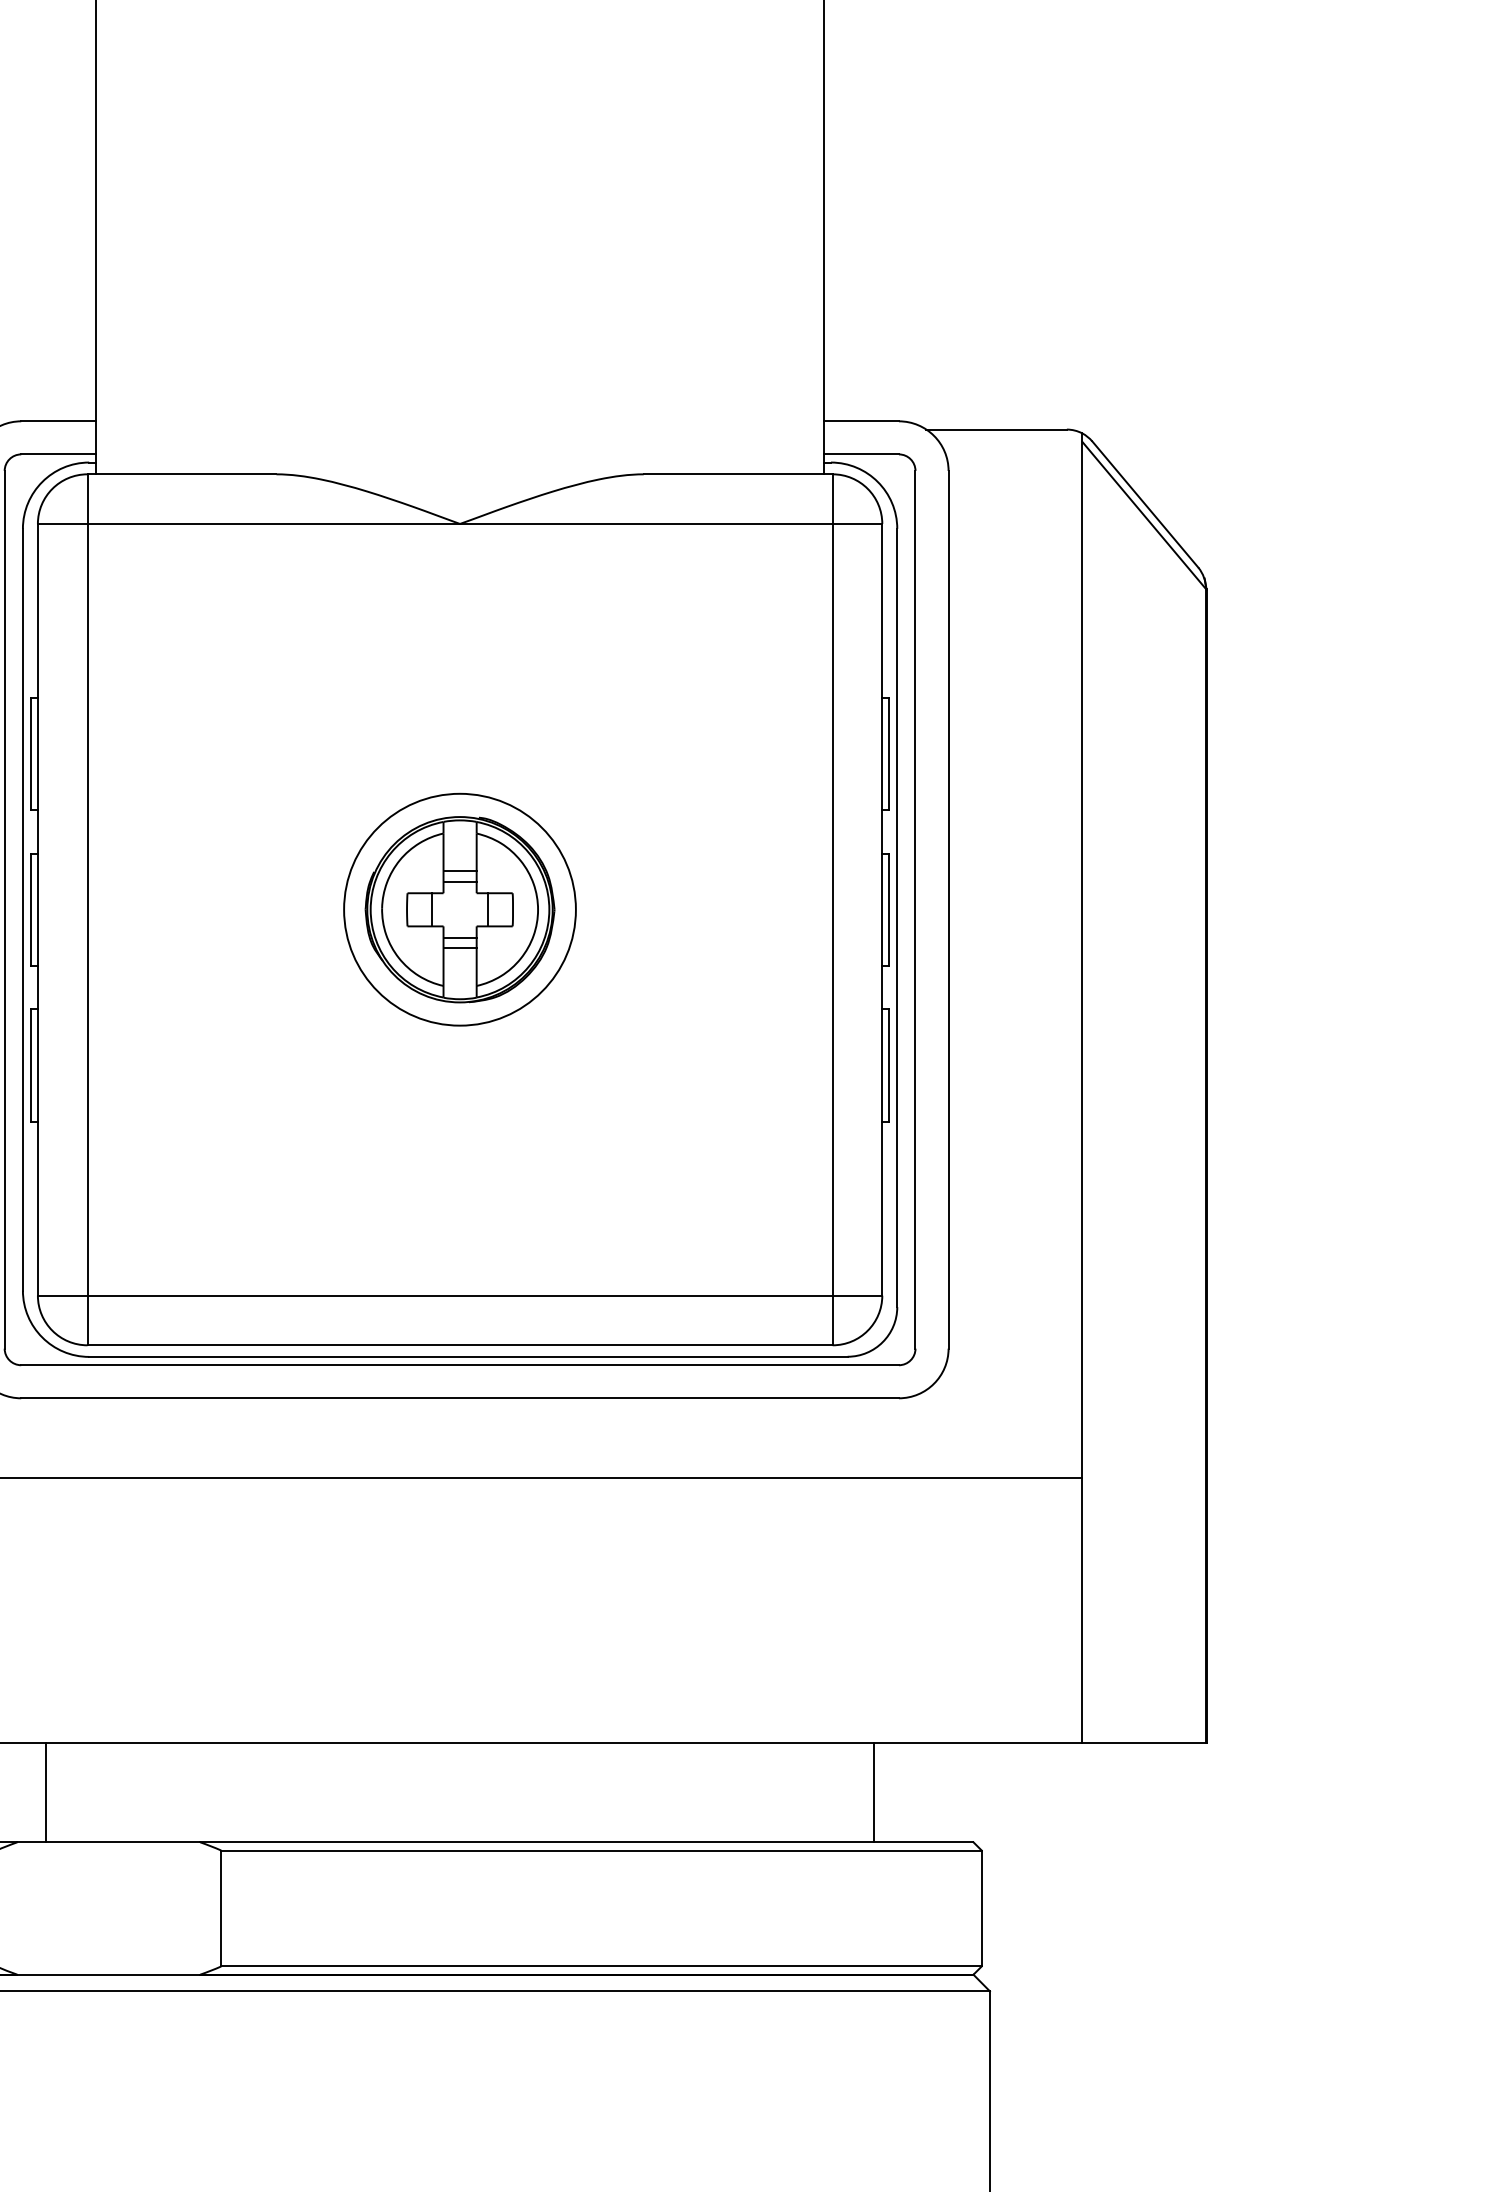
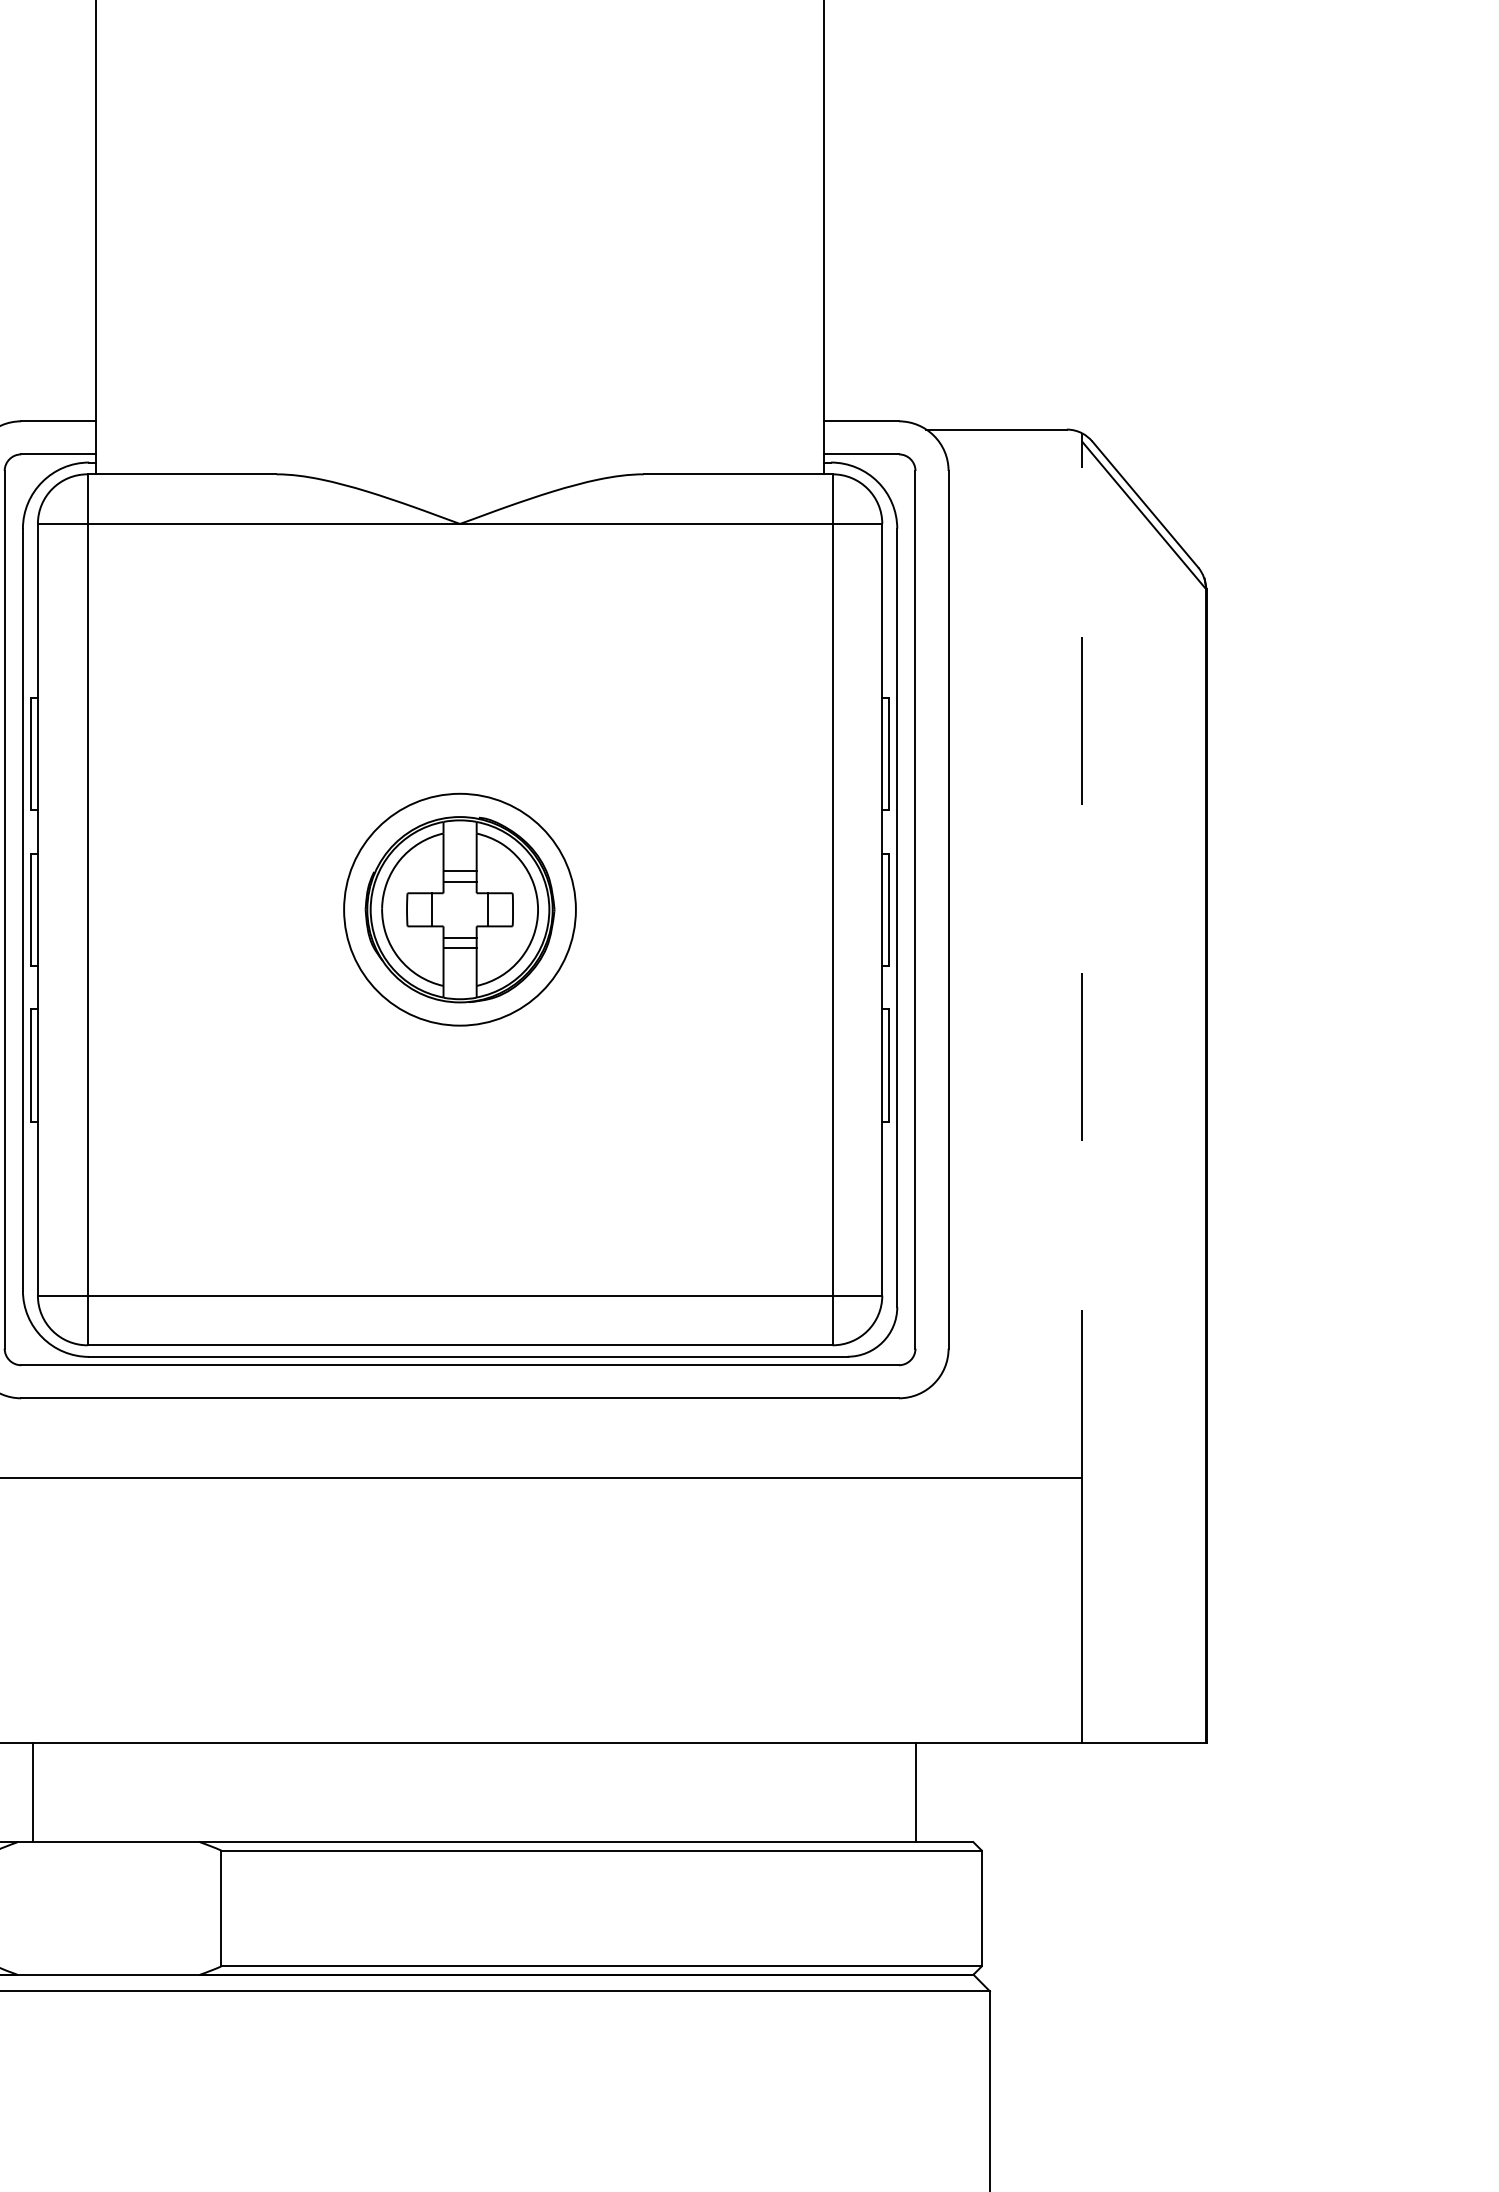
line at (1082, 955): solid -> dashed
line at (46, 1792) position: (46, 1792) -> (33, 1792)
line at (874, 1792) position: (874, 1792) -> (916, 1792)
